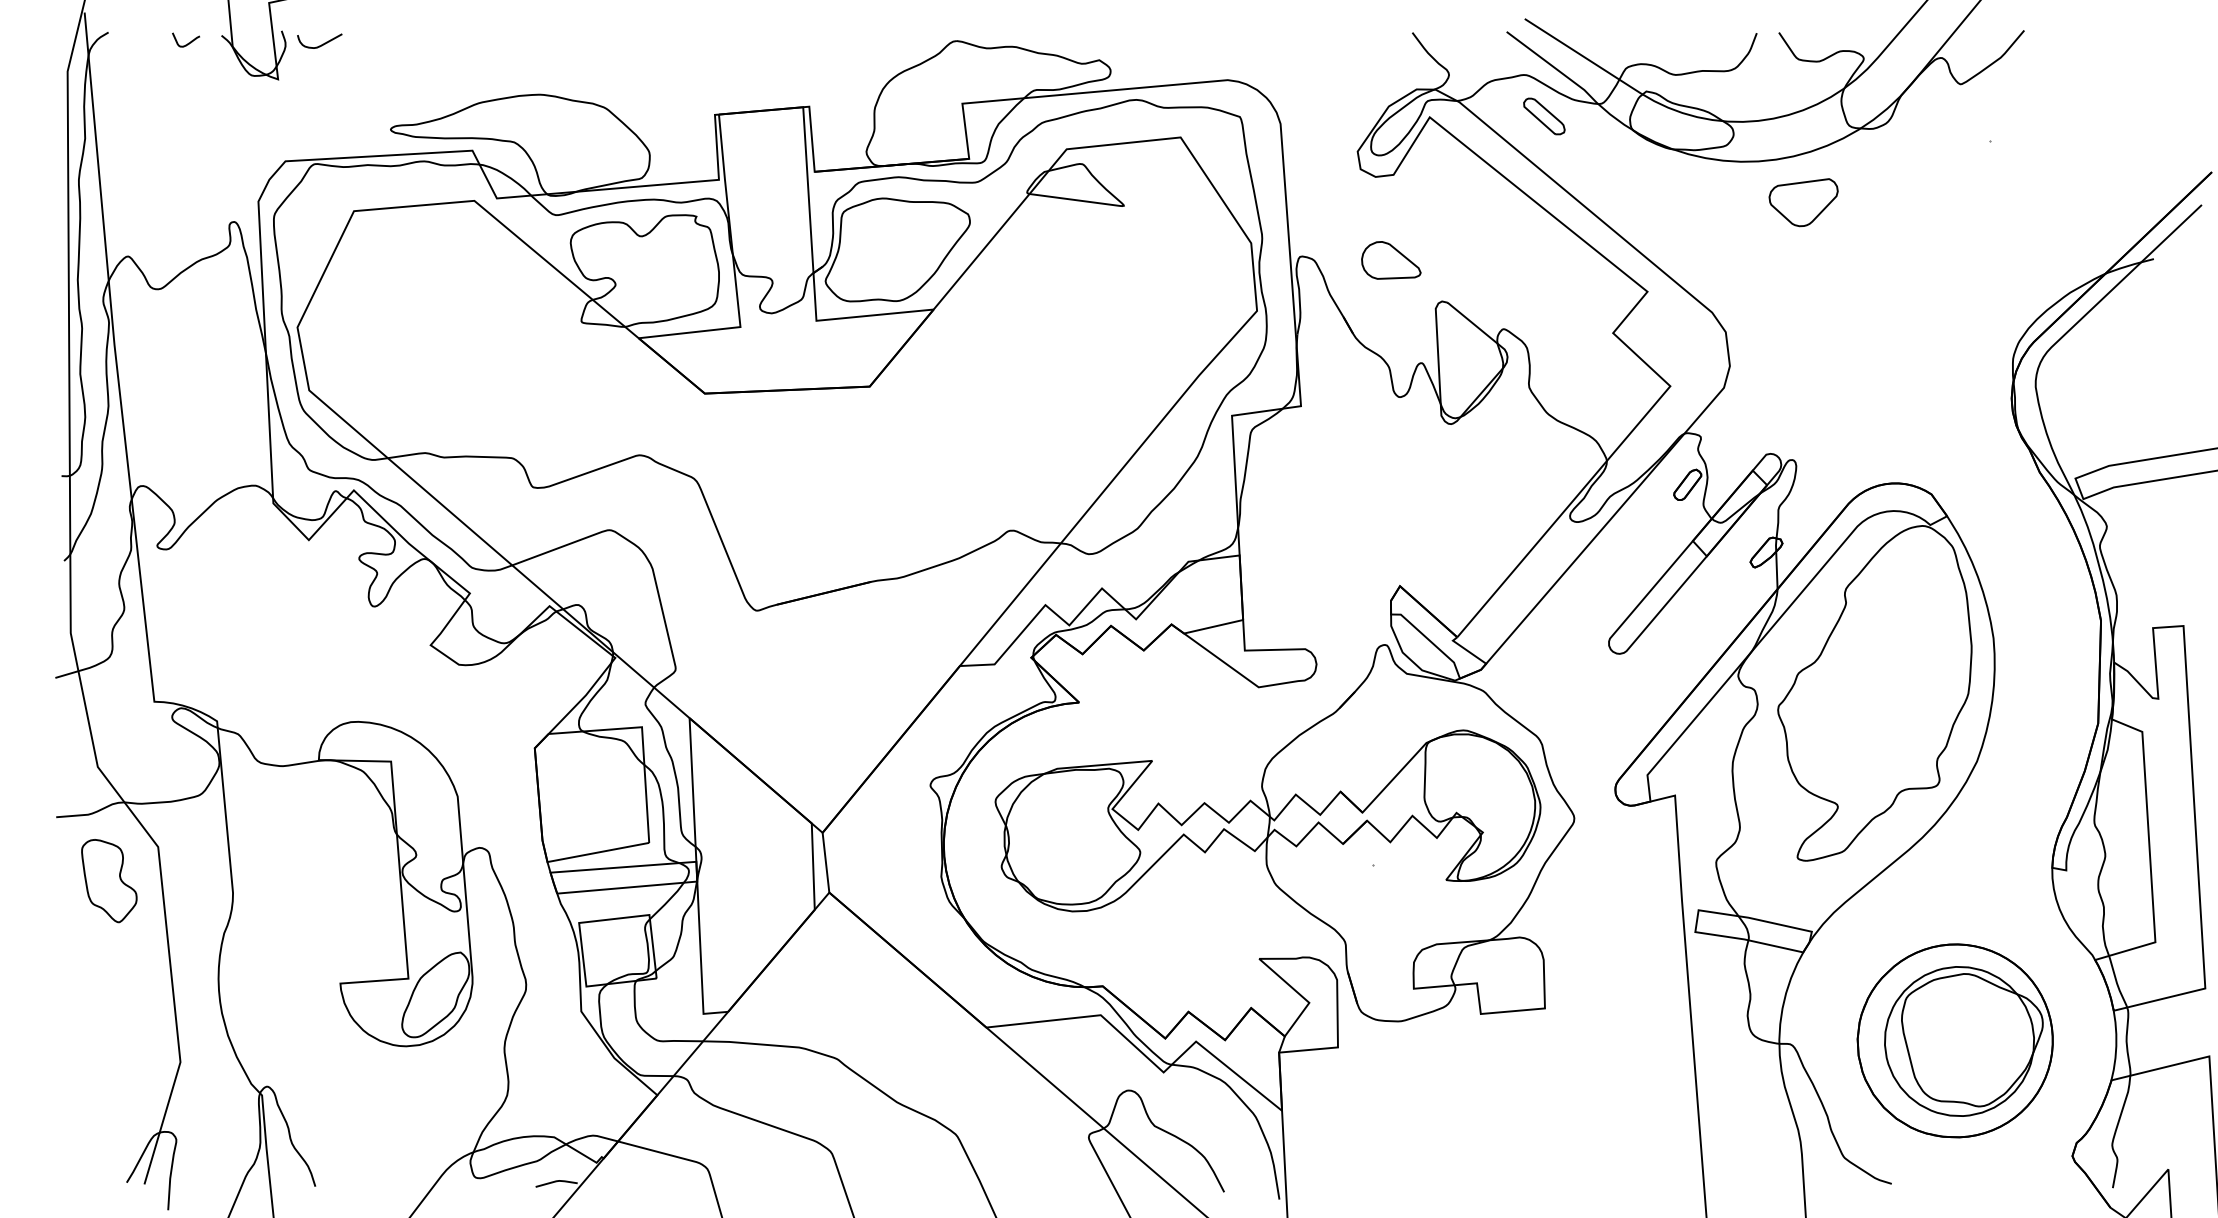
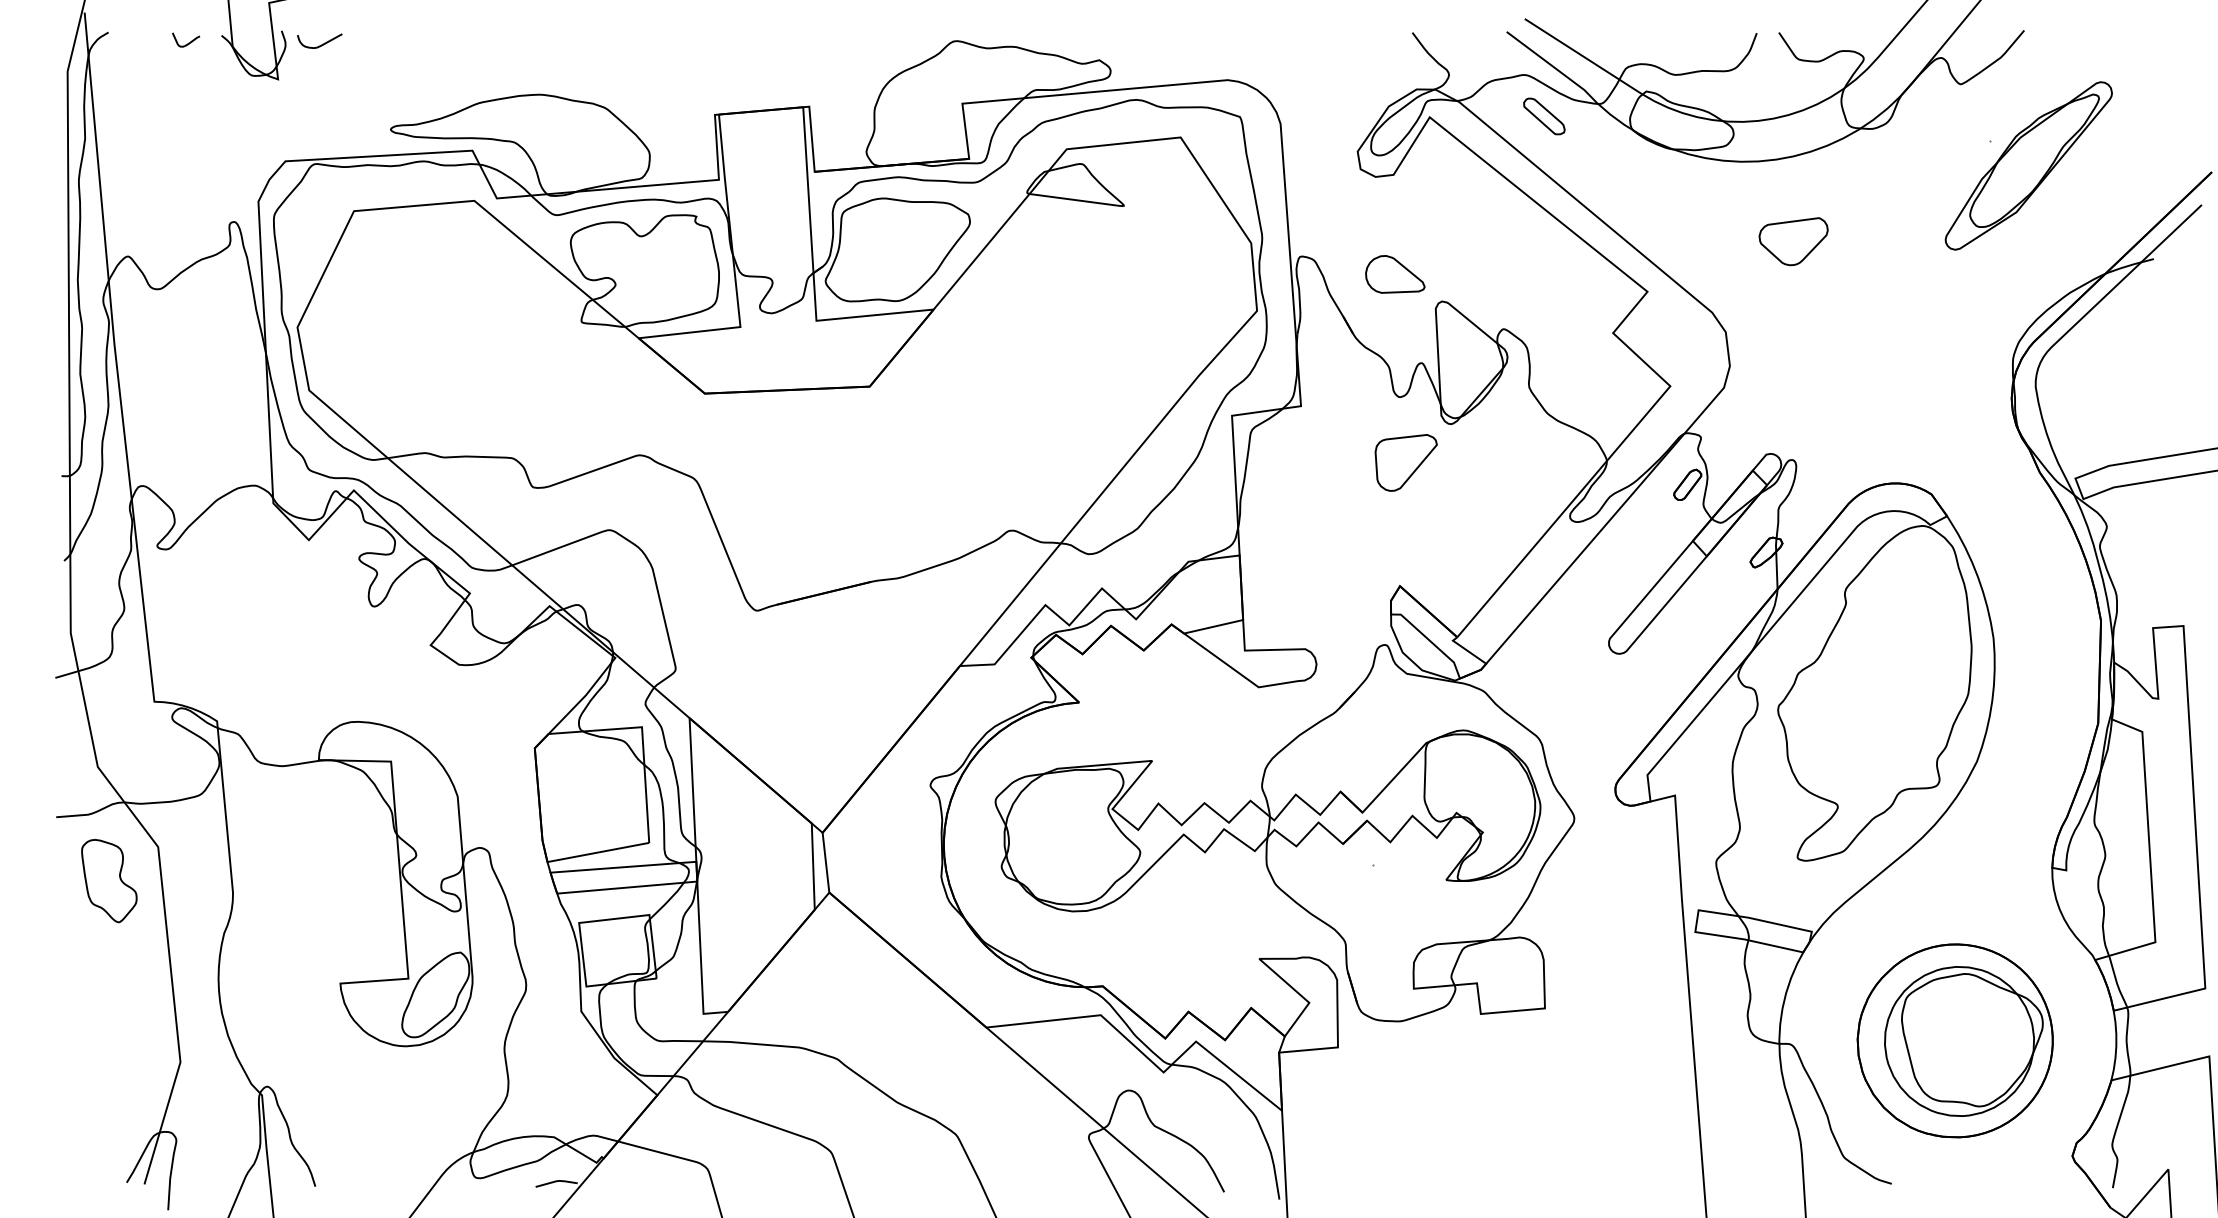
part at (2028, 165): none -> present
part at (1803, 202) position: (1803, 202) -> (1793, 241)
part at (1391, 260) position: (1391, 260) -> (1395, 274)
part at (1405, 462): none -> present
